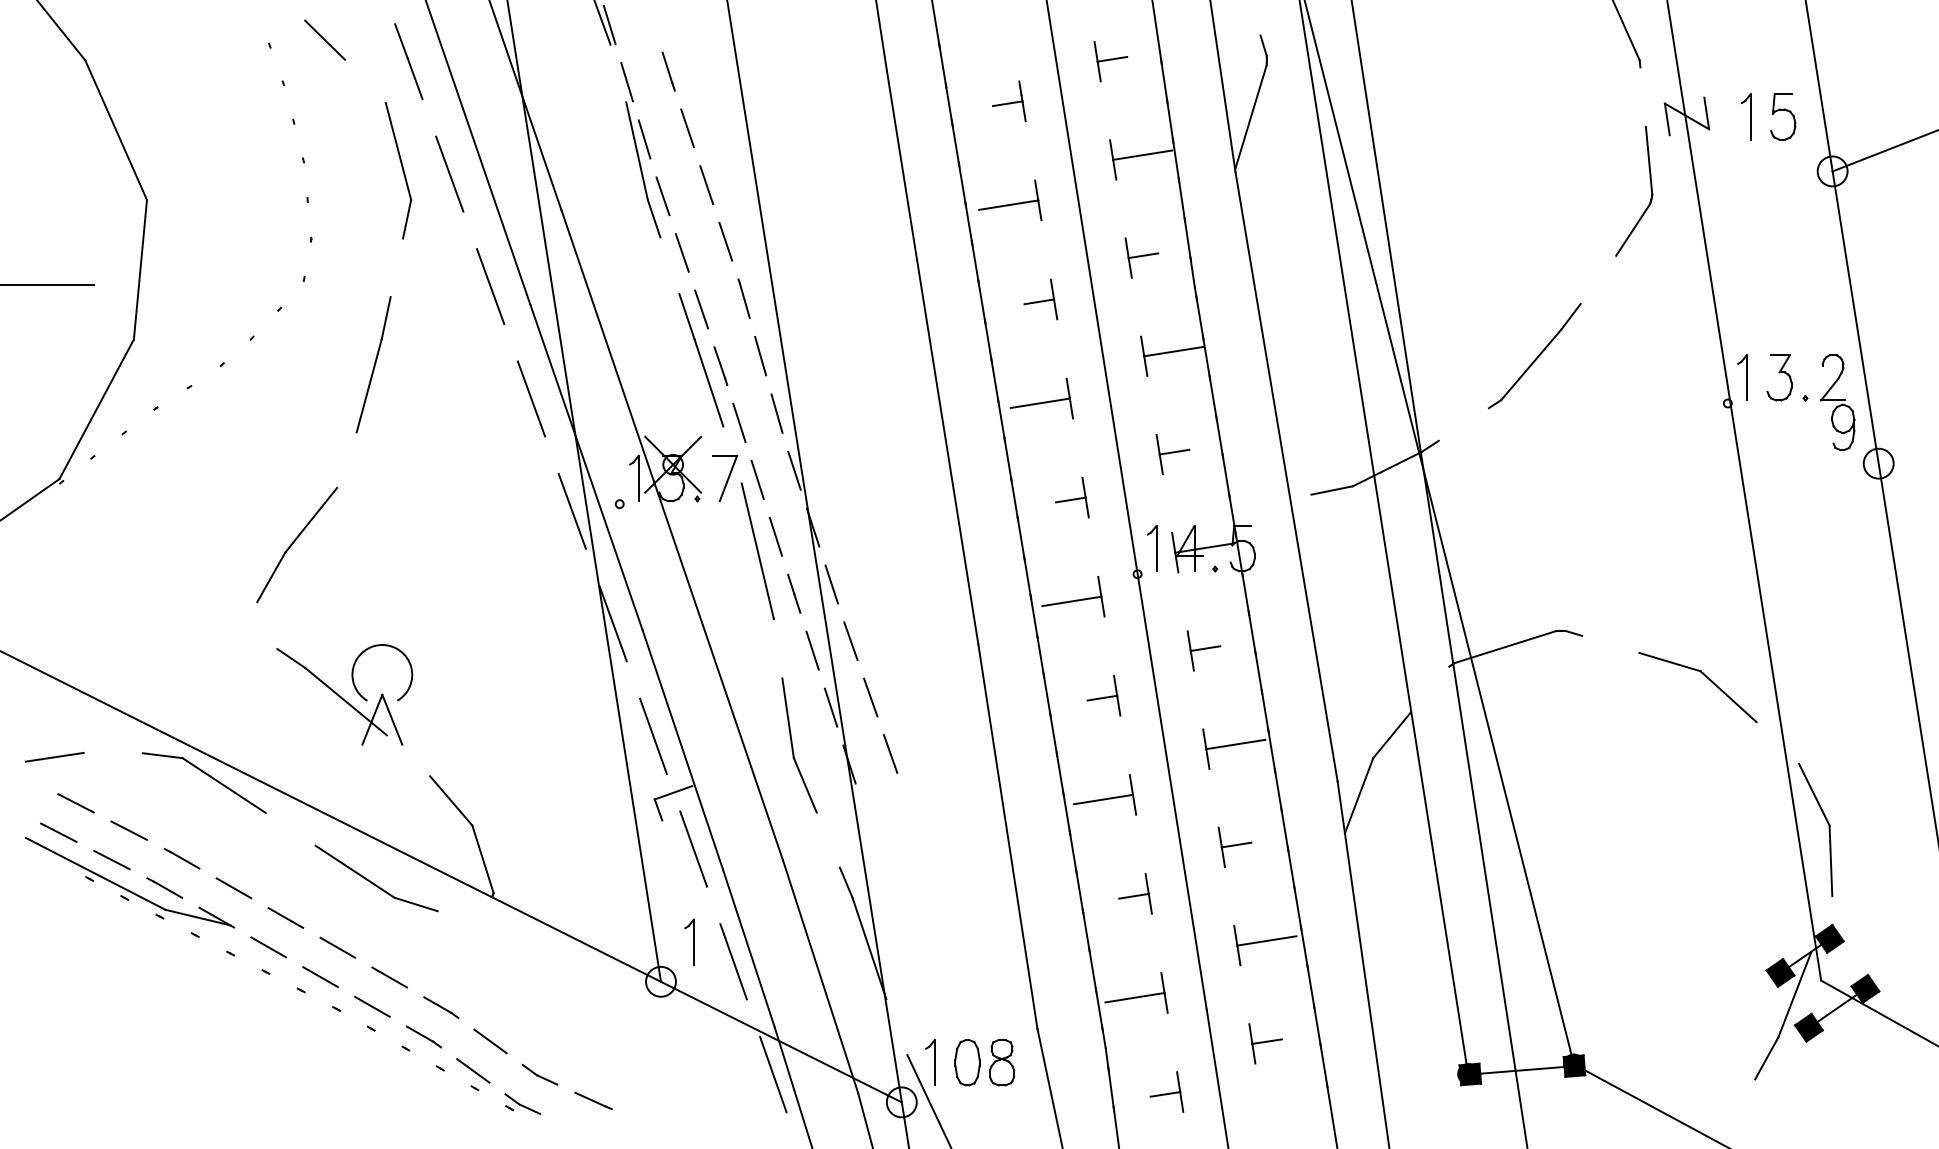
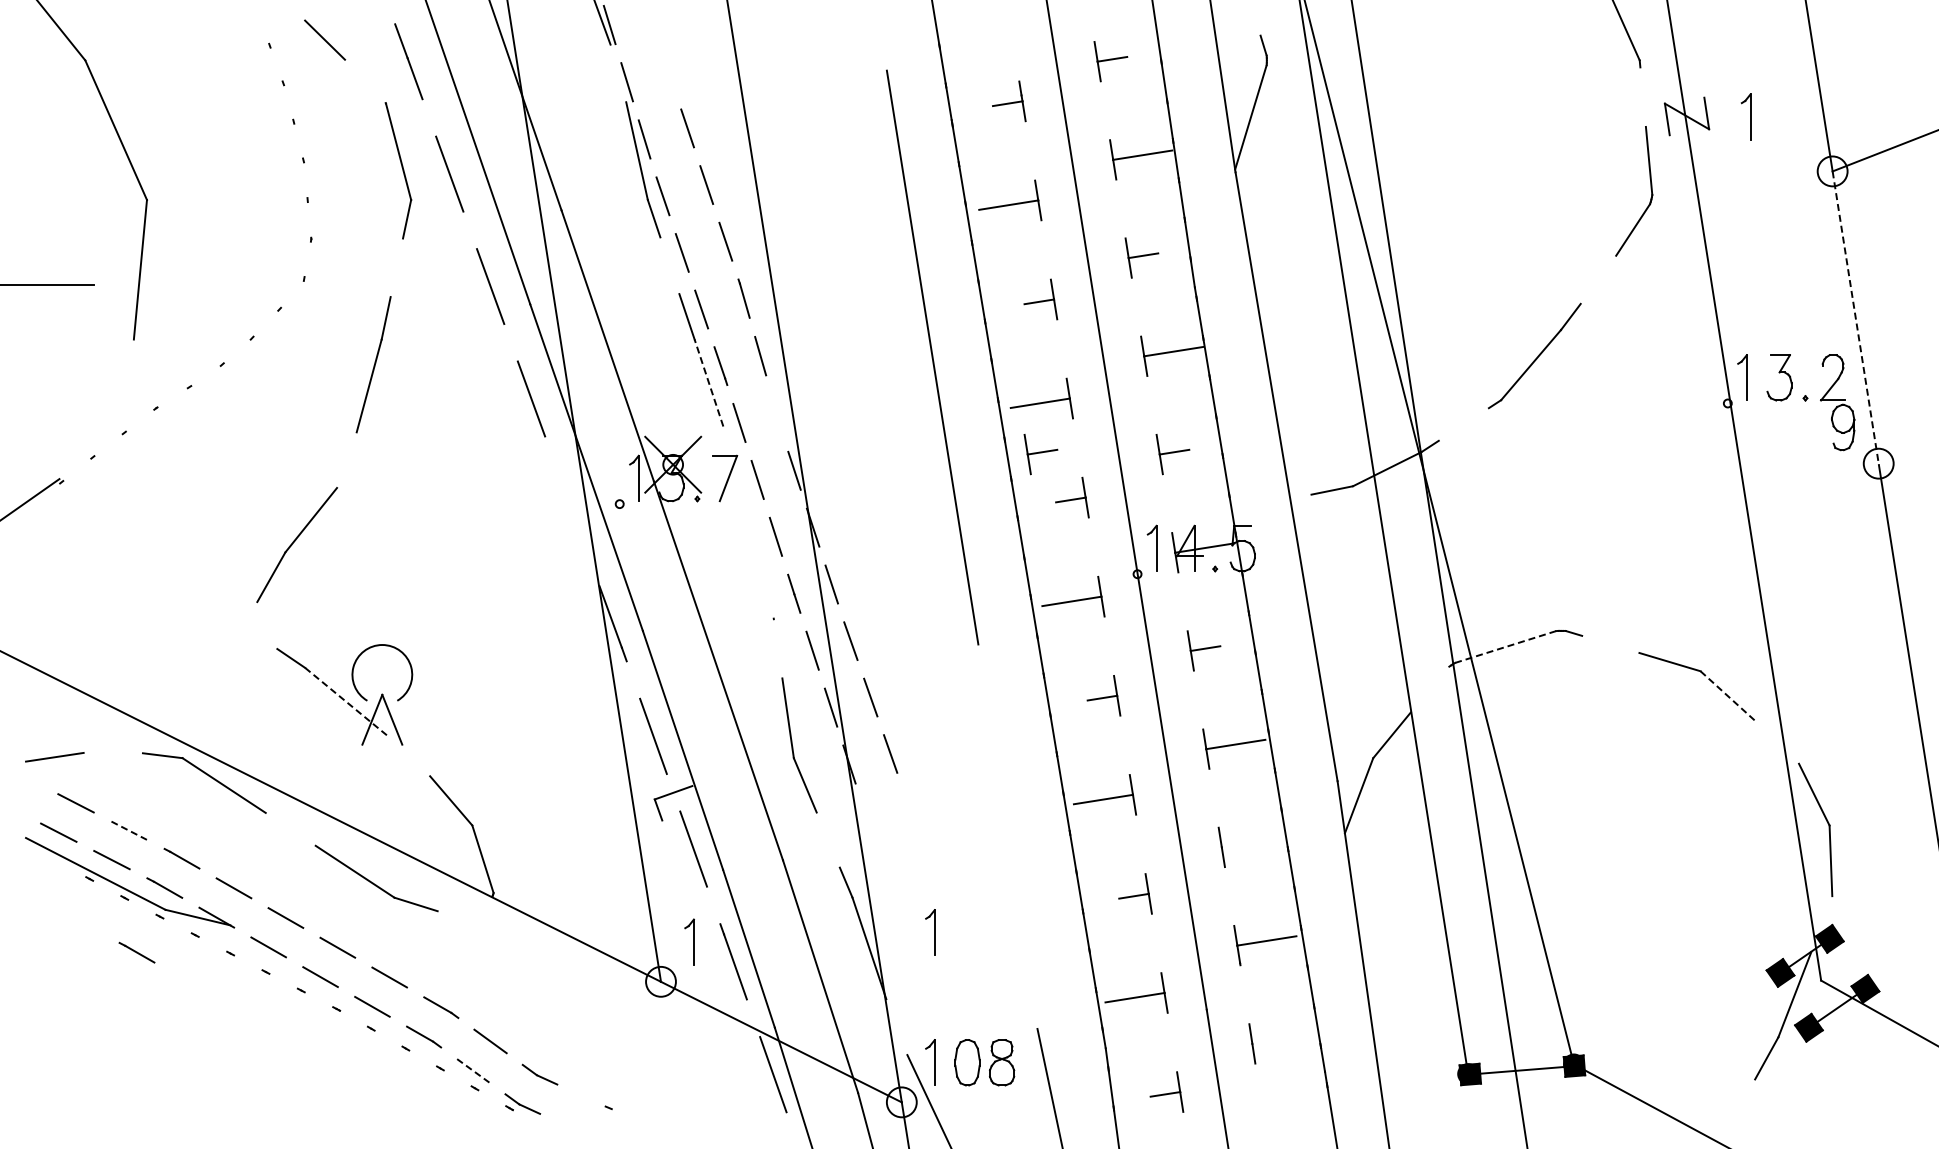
line at (881, 36): present -> none
line at (668, 71): present -> none
part at (1783, 116): present -> none
line at (1855, 318): solid -> dashed
line at (708, 383): solid -> dashed
line at (96, 409): present -> none
line at (776, 413): present -> none
part at (1040, 454): none -> present
line at (571, 510): present -> none
line at (757, 550): present -> none
line at (1506, 646): solid -> dashed
line at (1728, 696): solid -> dashed
line at (345, 701): solid -> dashed
line at (129, 830): solid -> dashed
line at (1007, 836): present -> none
line at (1236, 844): present -> none
part at (930, 932): none -> present
line at (136, 952): none -> present
line at (1266, 1041): present -> none
line at (473, 1070): solid -> dashed
line at (590, 1099): present -> none
